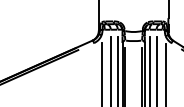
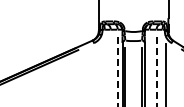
line at (110, 70): present -> none
line at (149, 70): present -> none
line at (101, 72): present -> none
line at (117, 72): solid -> dashed
line at (156, 72): solid -> dashed
